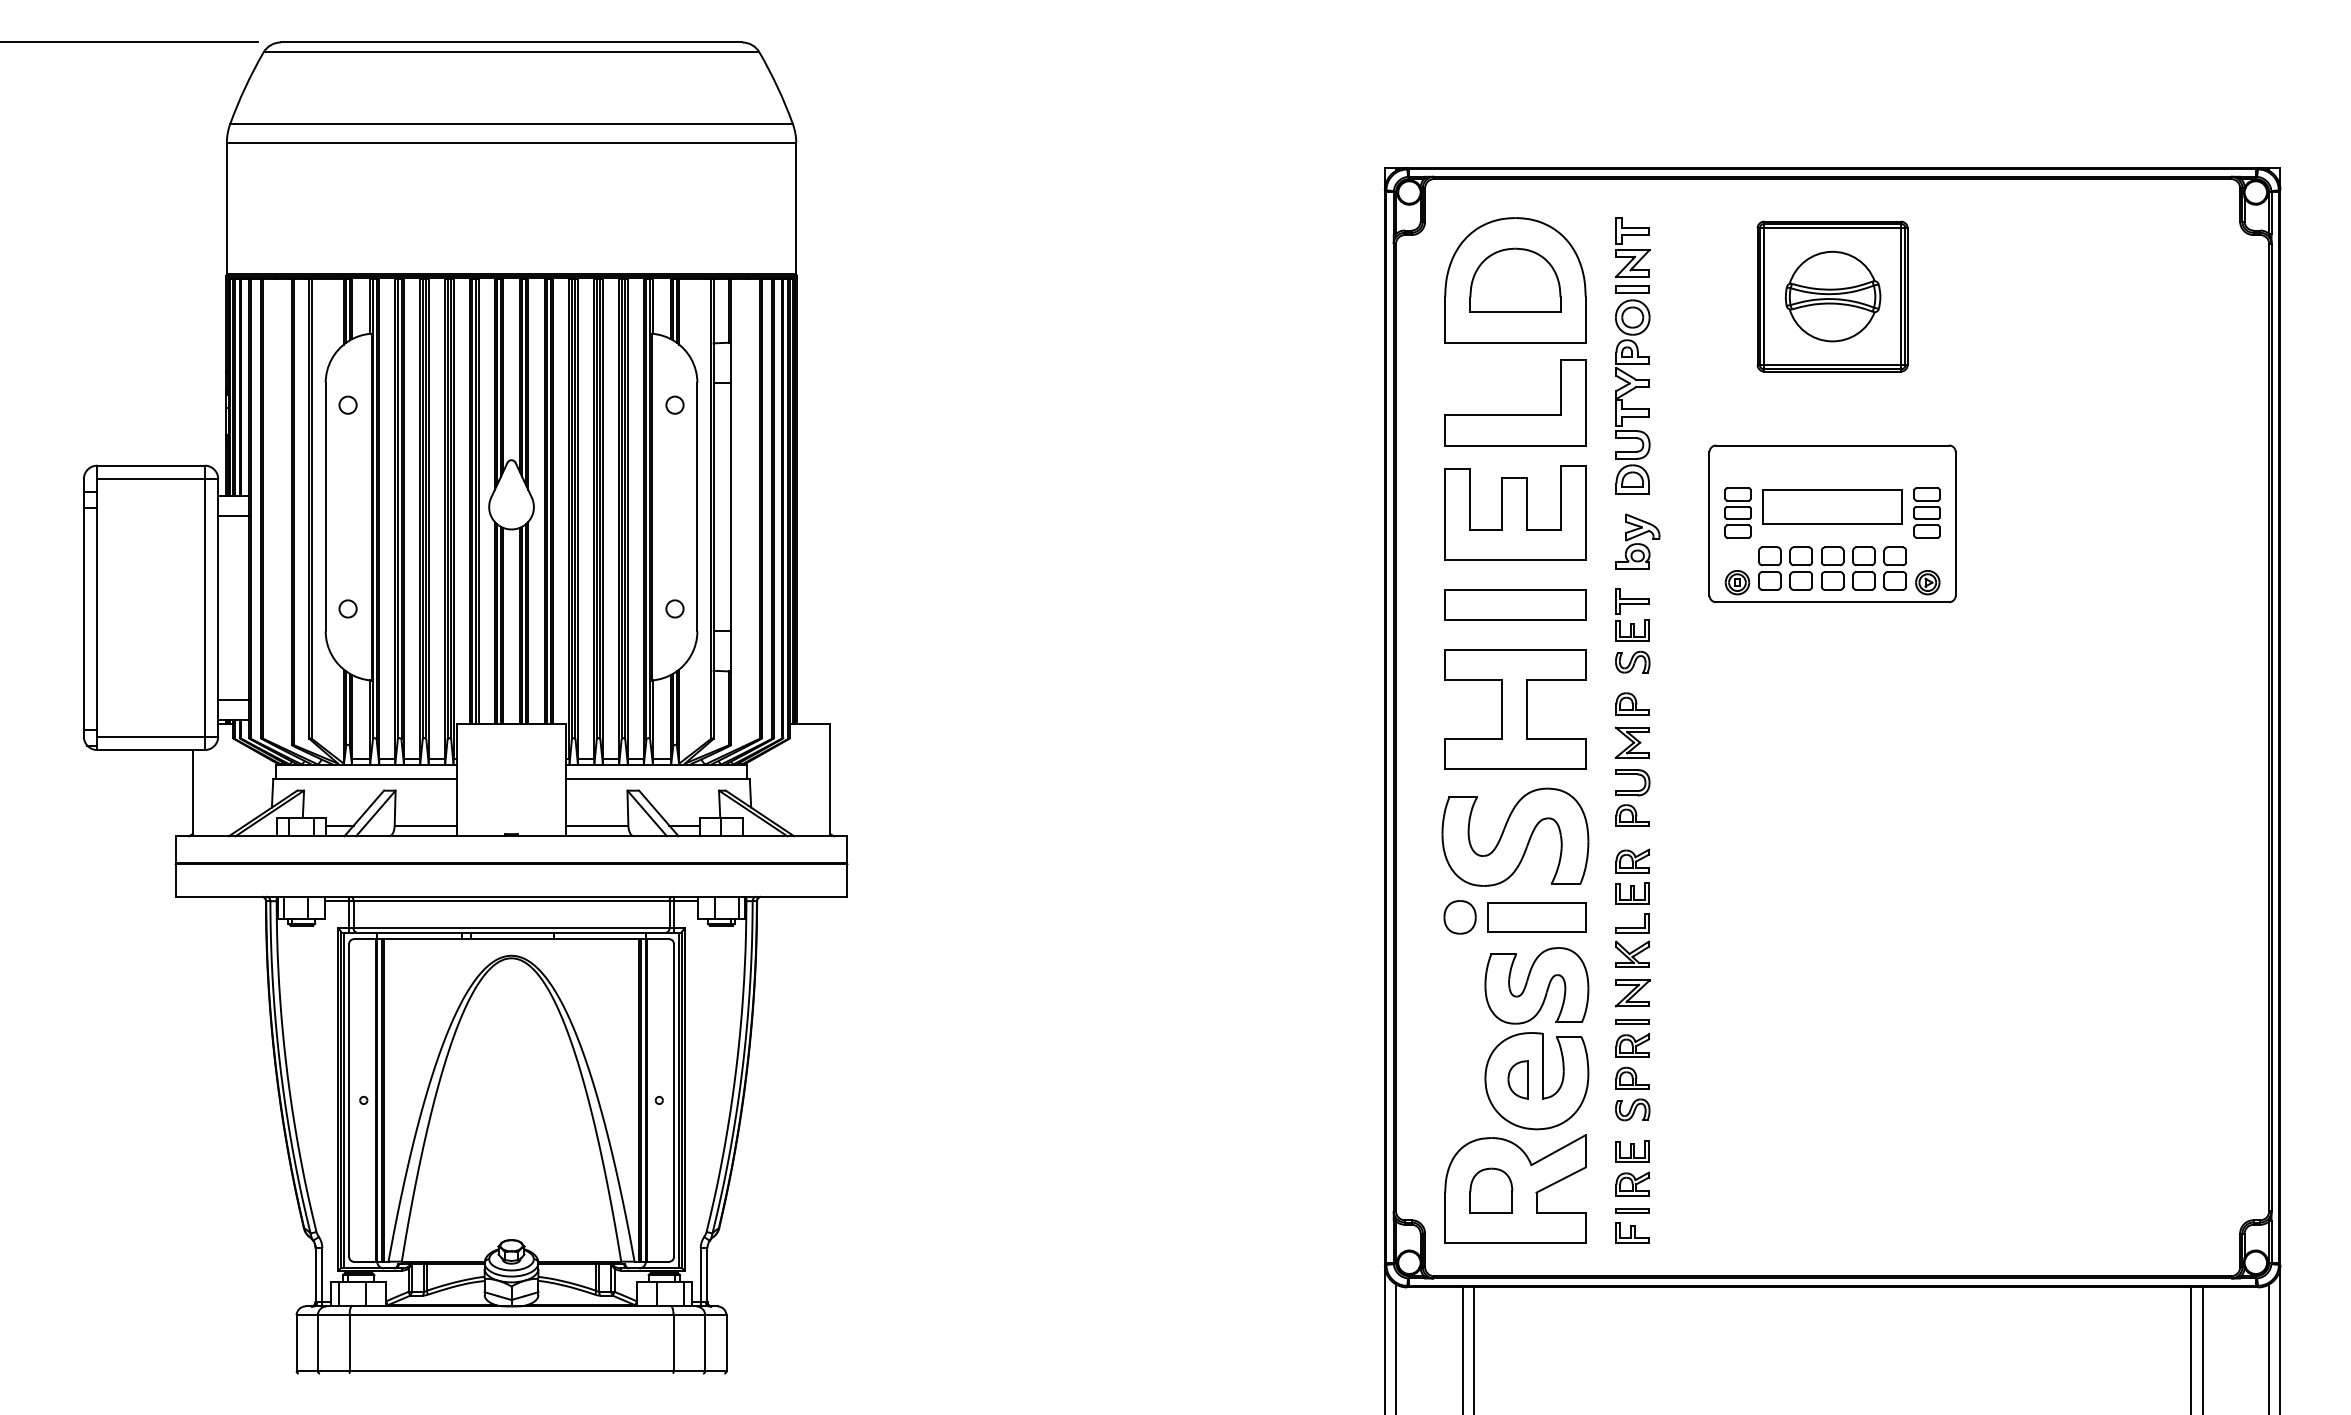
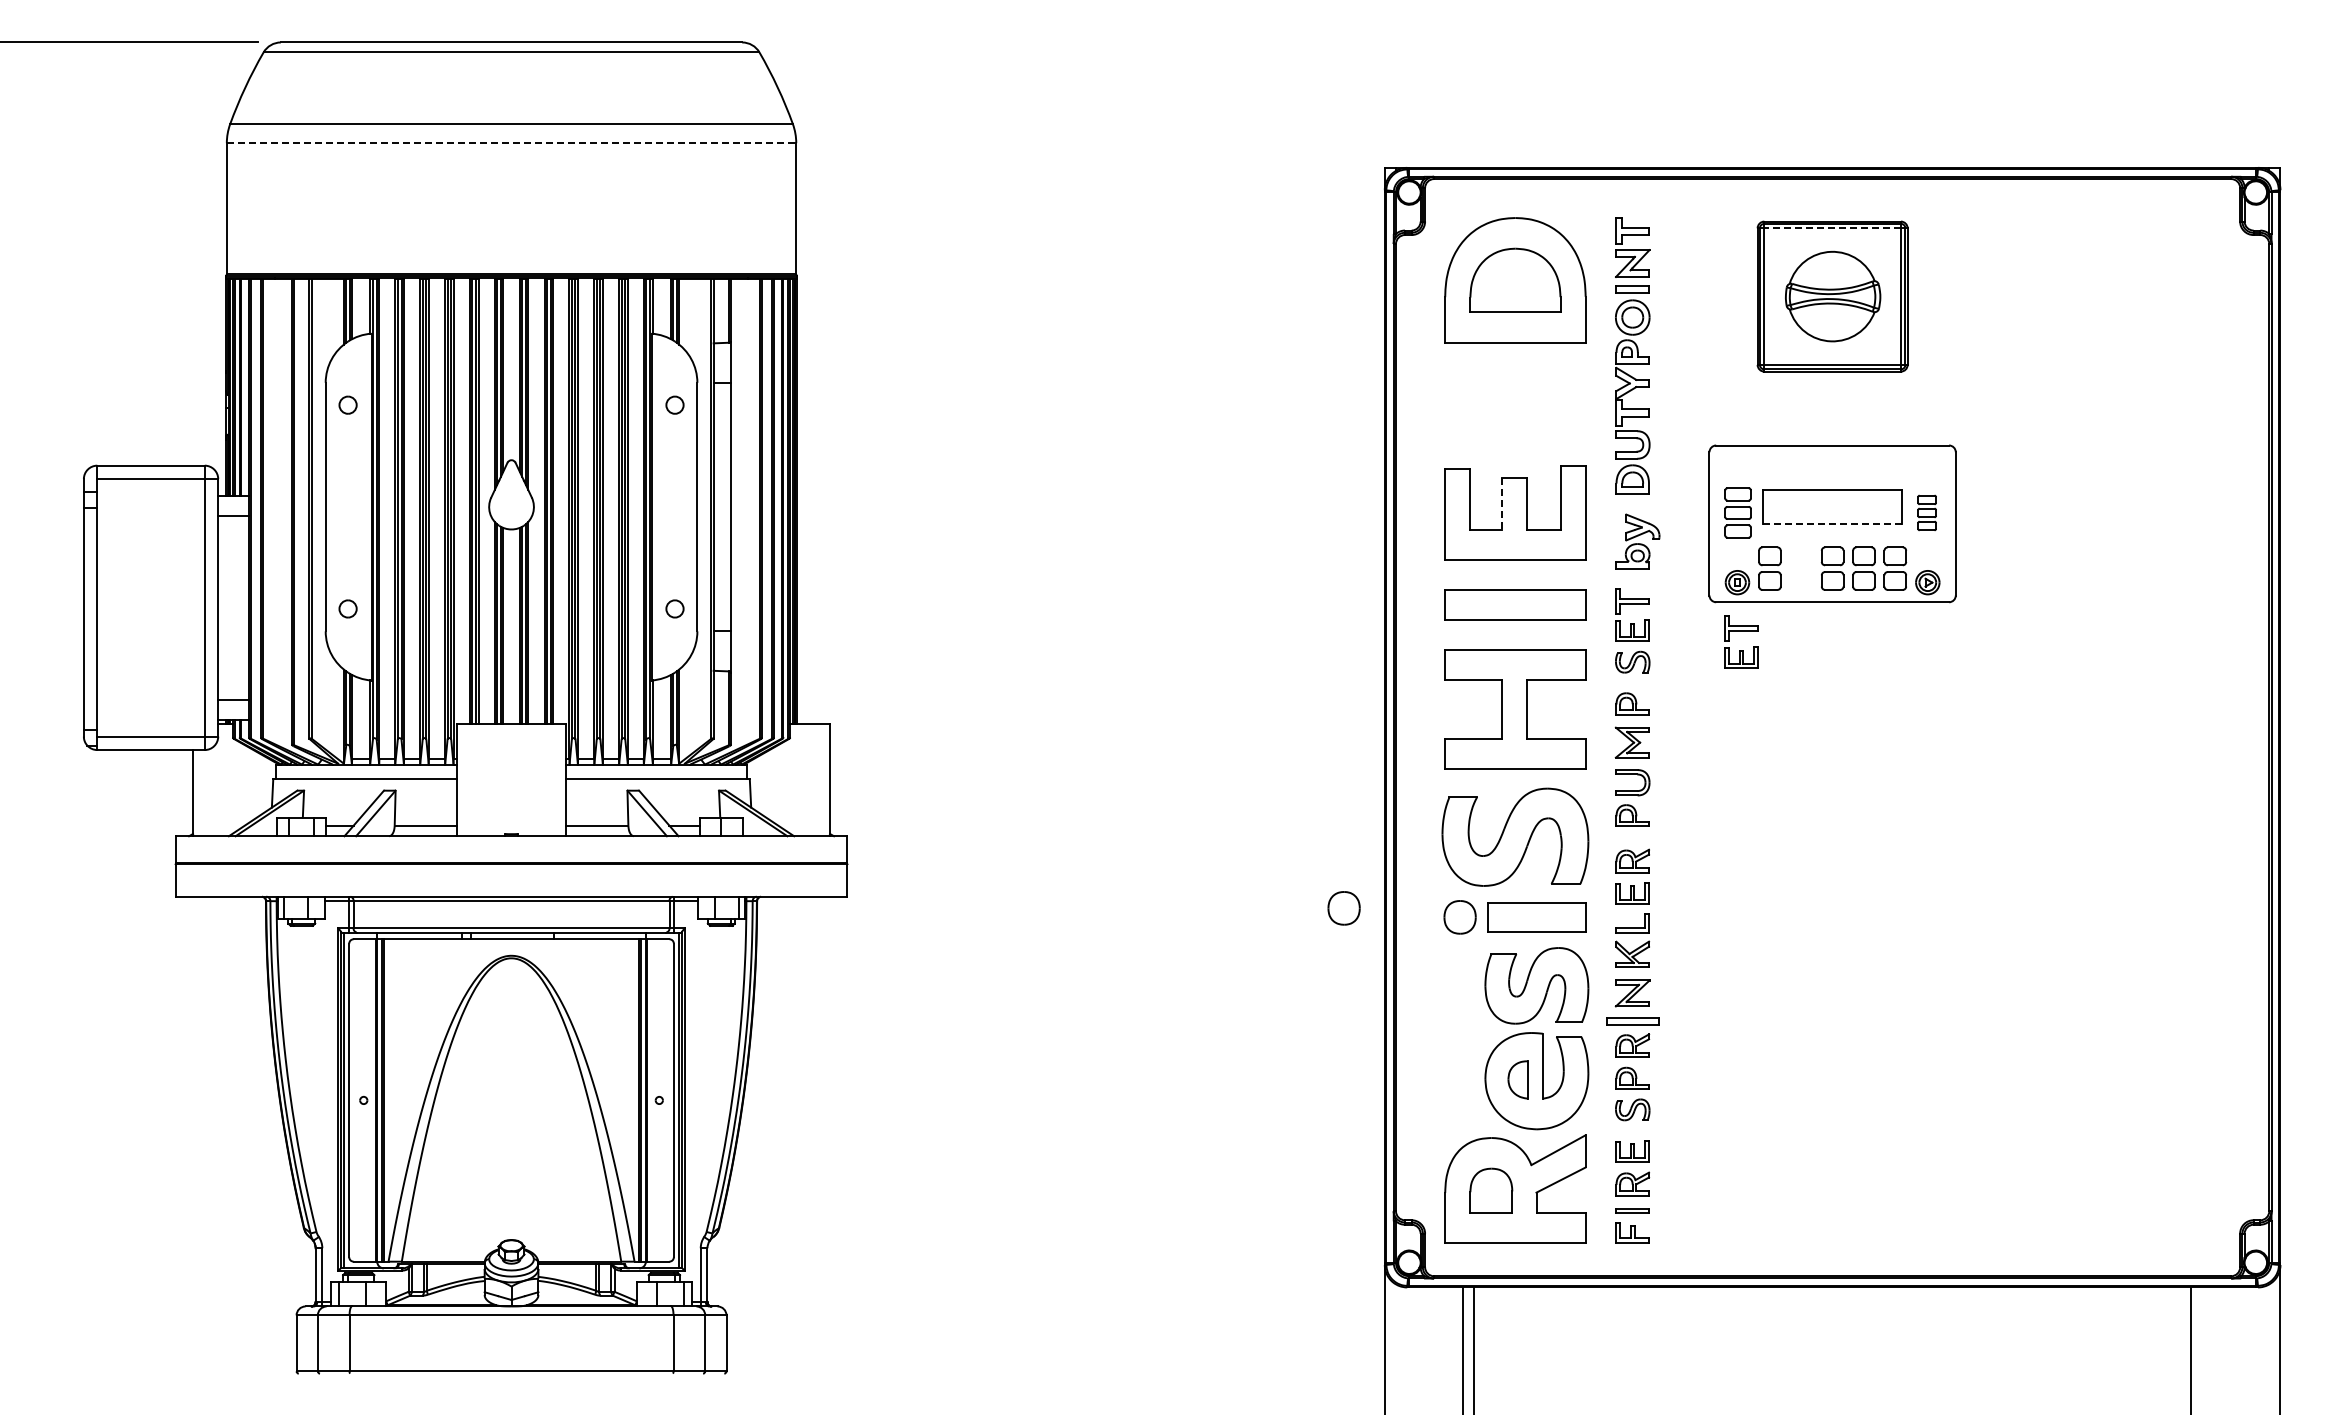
line at (511, 143): solid -> dashed
line at (1832, 228): solid -> dashed
part at (1515, 414): present -> none
line at (1502, 503): solid -> dashed
part at (1926, 512) size: 28x52 px -> 20x38 px
line at (1833, 523): solid -> dashed
part at (1800, 568): present -> none
part at (1741, 650): none -> present
part at (1343, 908): none -> present
part at (1632, 1021) size: 35x6 px -> 54x9 px
line at (1396, 1347): present -> none
line at (2268, 1347): present -> none
line at (2202, 1349): present -> none
